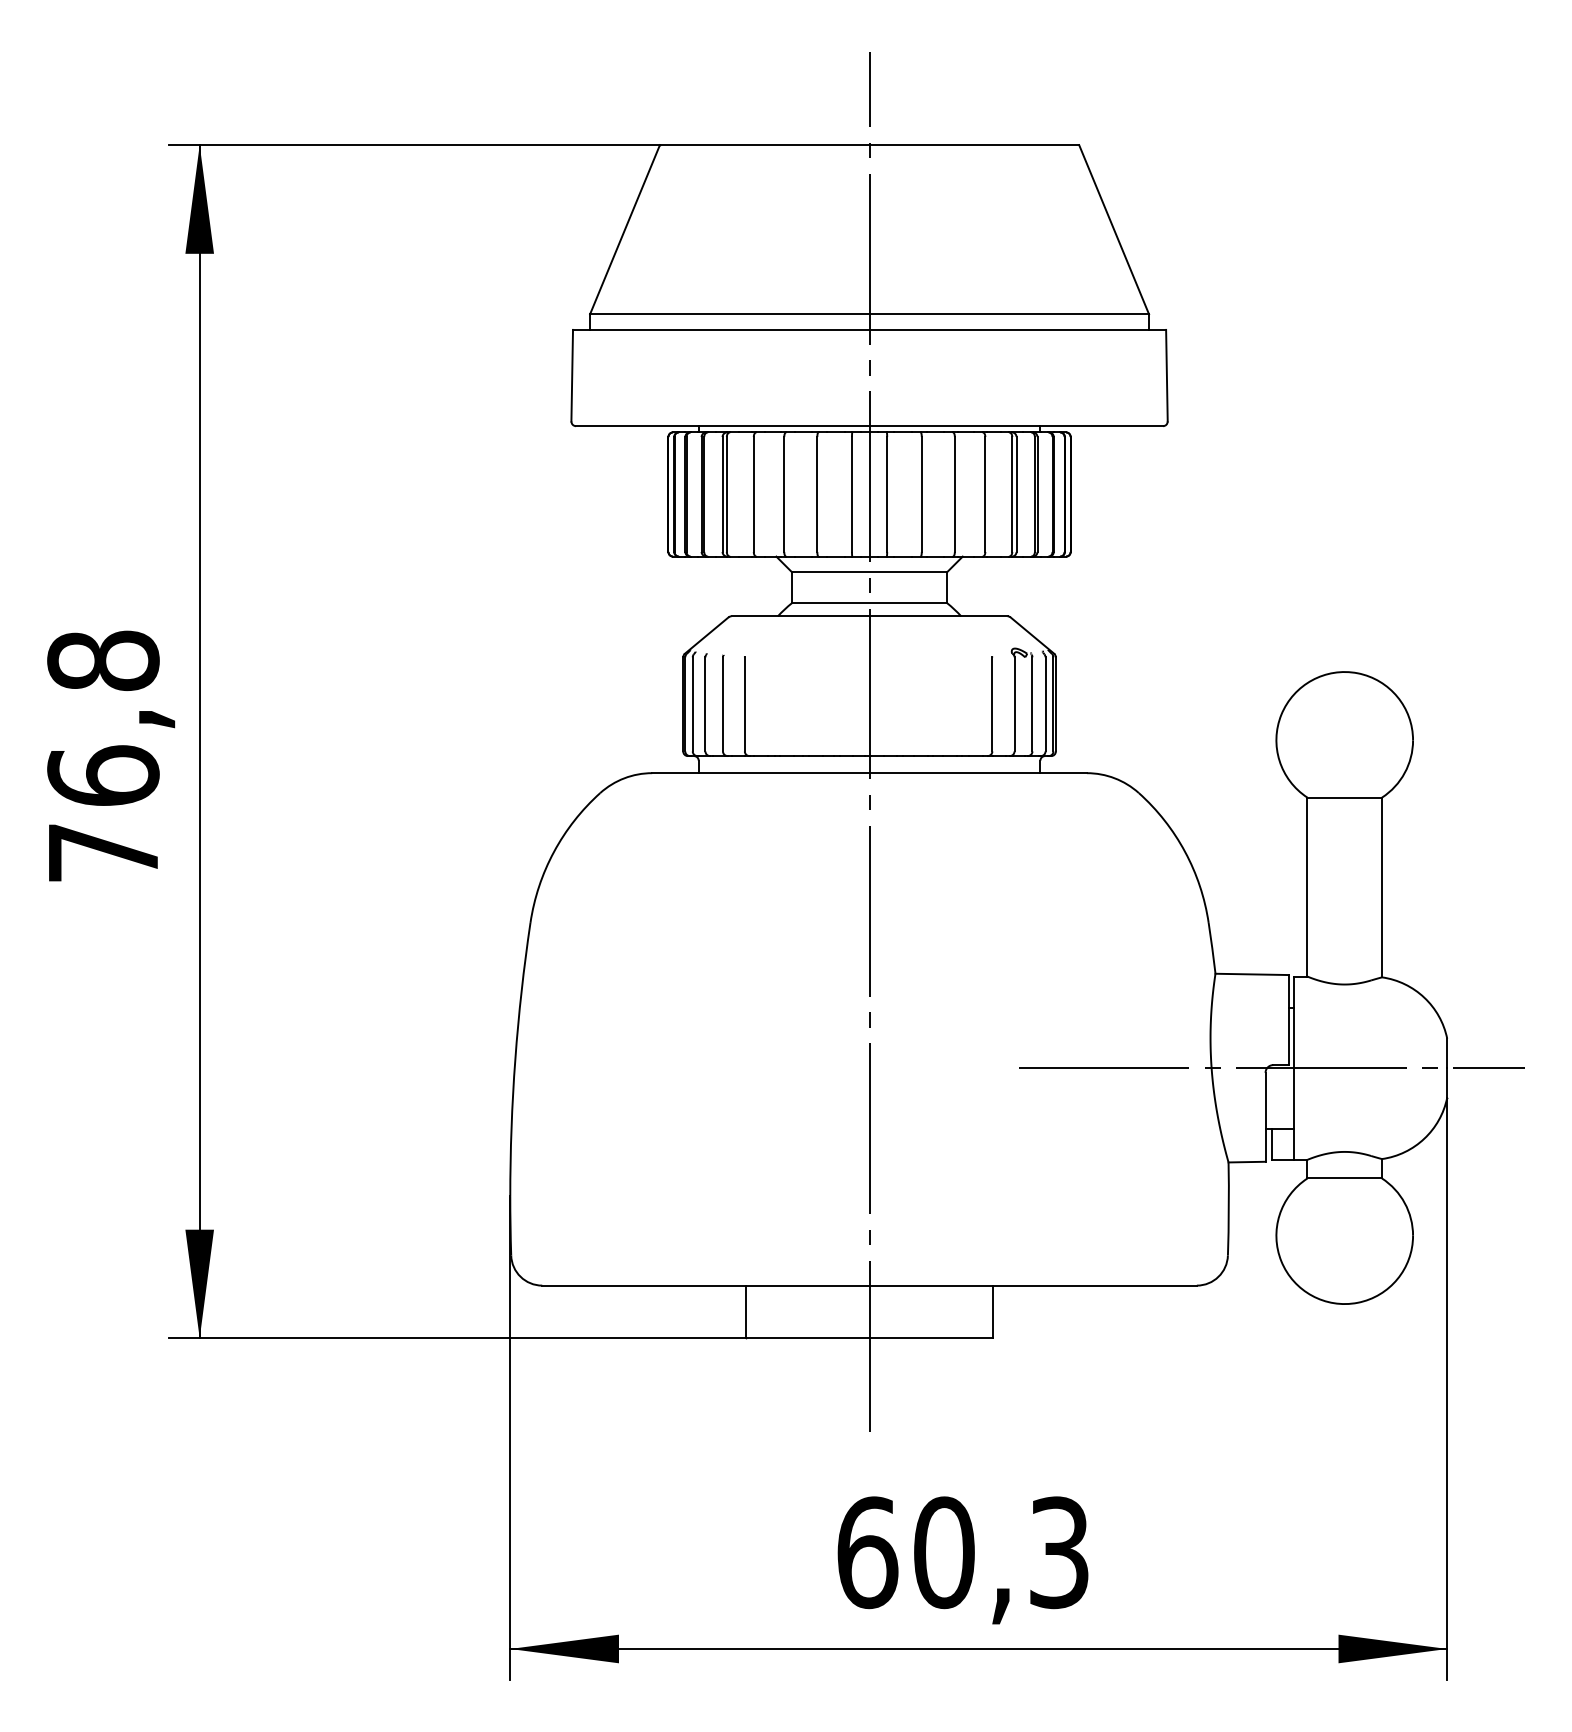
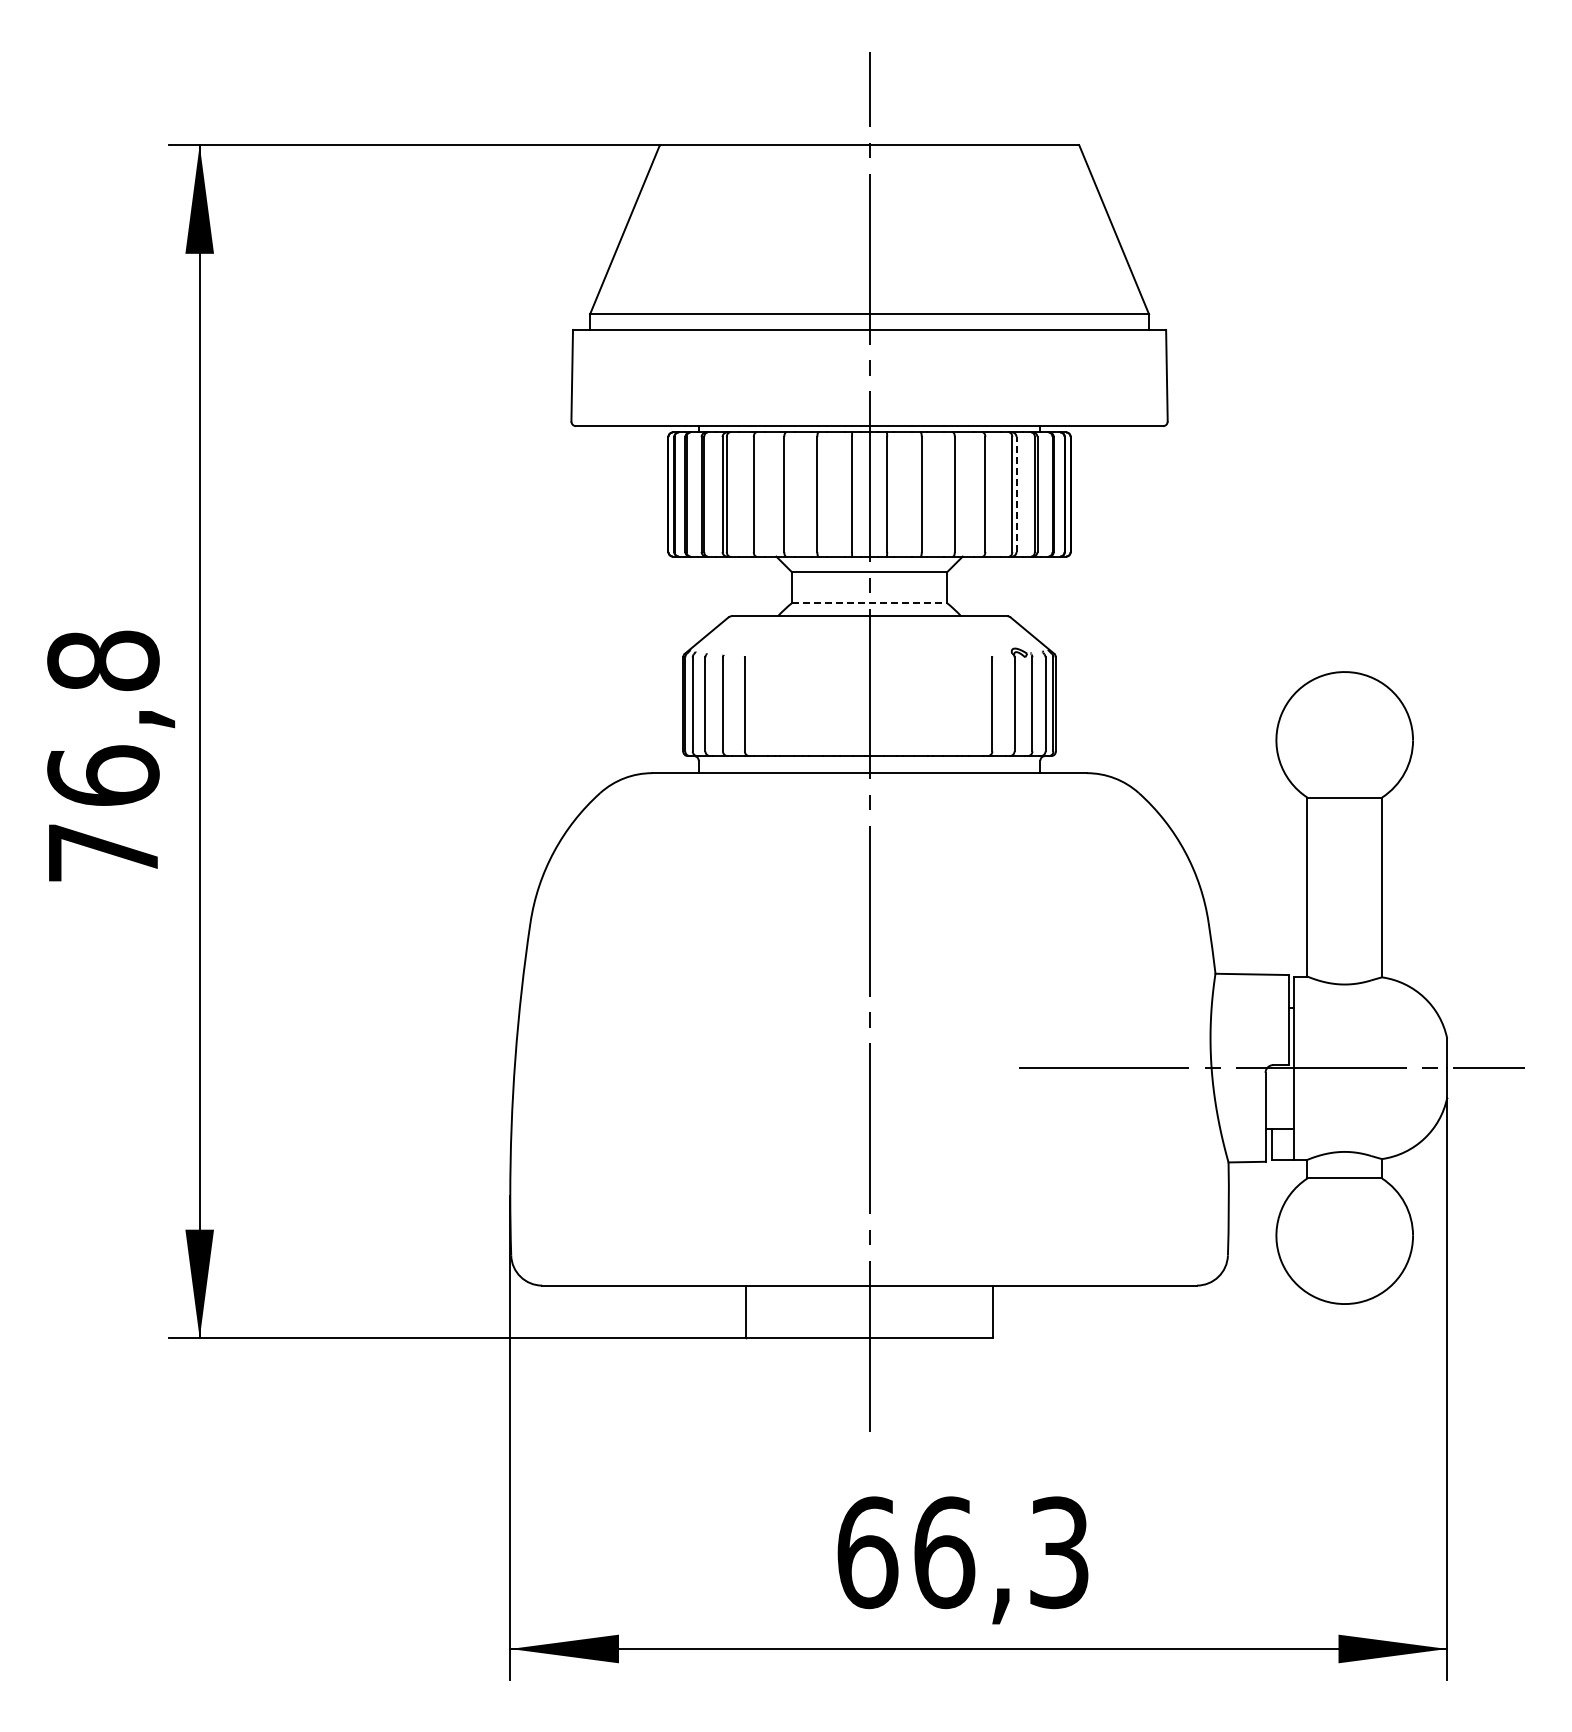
line at (1016, 494): solid -> dashed
line at (869, 603): solid -> dashed
text at (944, 1552): 60,3 -> 66,3
